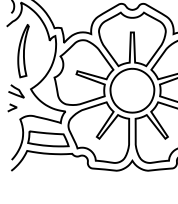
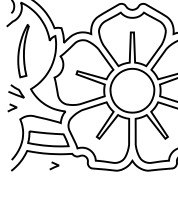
line at (54, 164): none -> present
